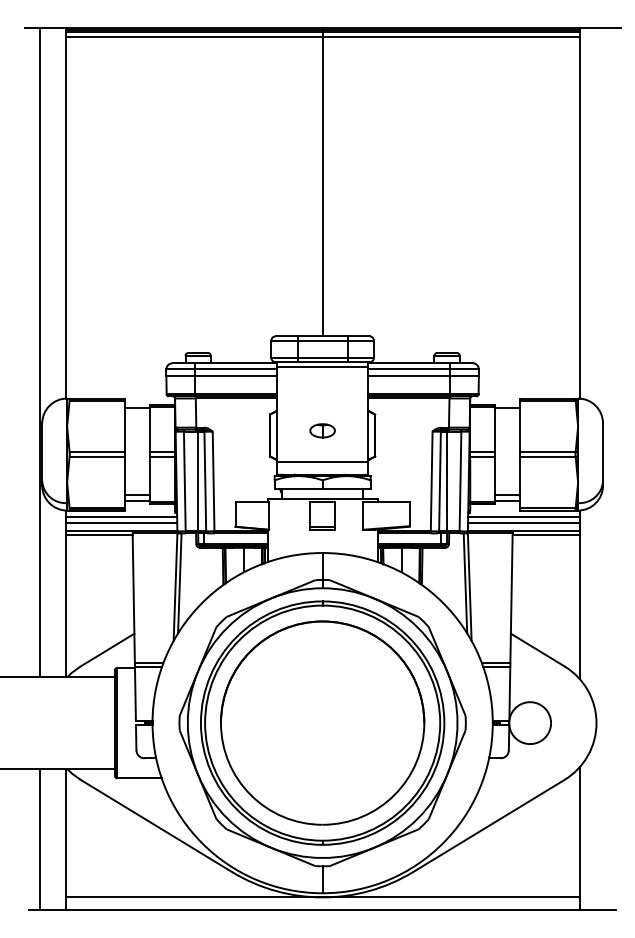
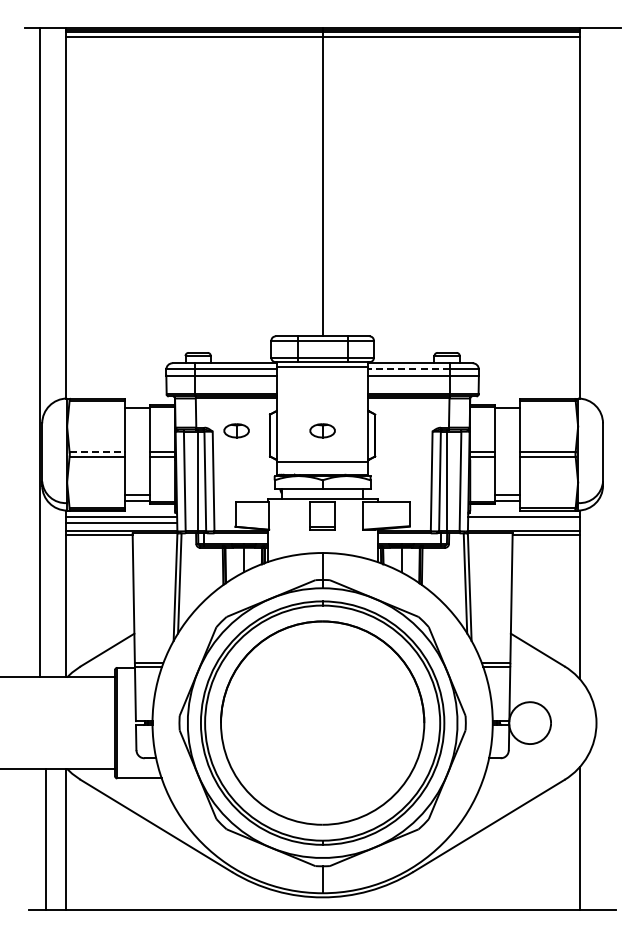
line at (409, 369): solid -> dashed
part at (236, 430): none -> present
line at (97, 452): solid -> dashed
line at (523, 522): present -> none
line at (39, 838) position: (39, 838) -> (45, 838)
line at (322, 897): present -> none
